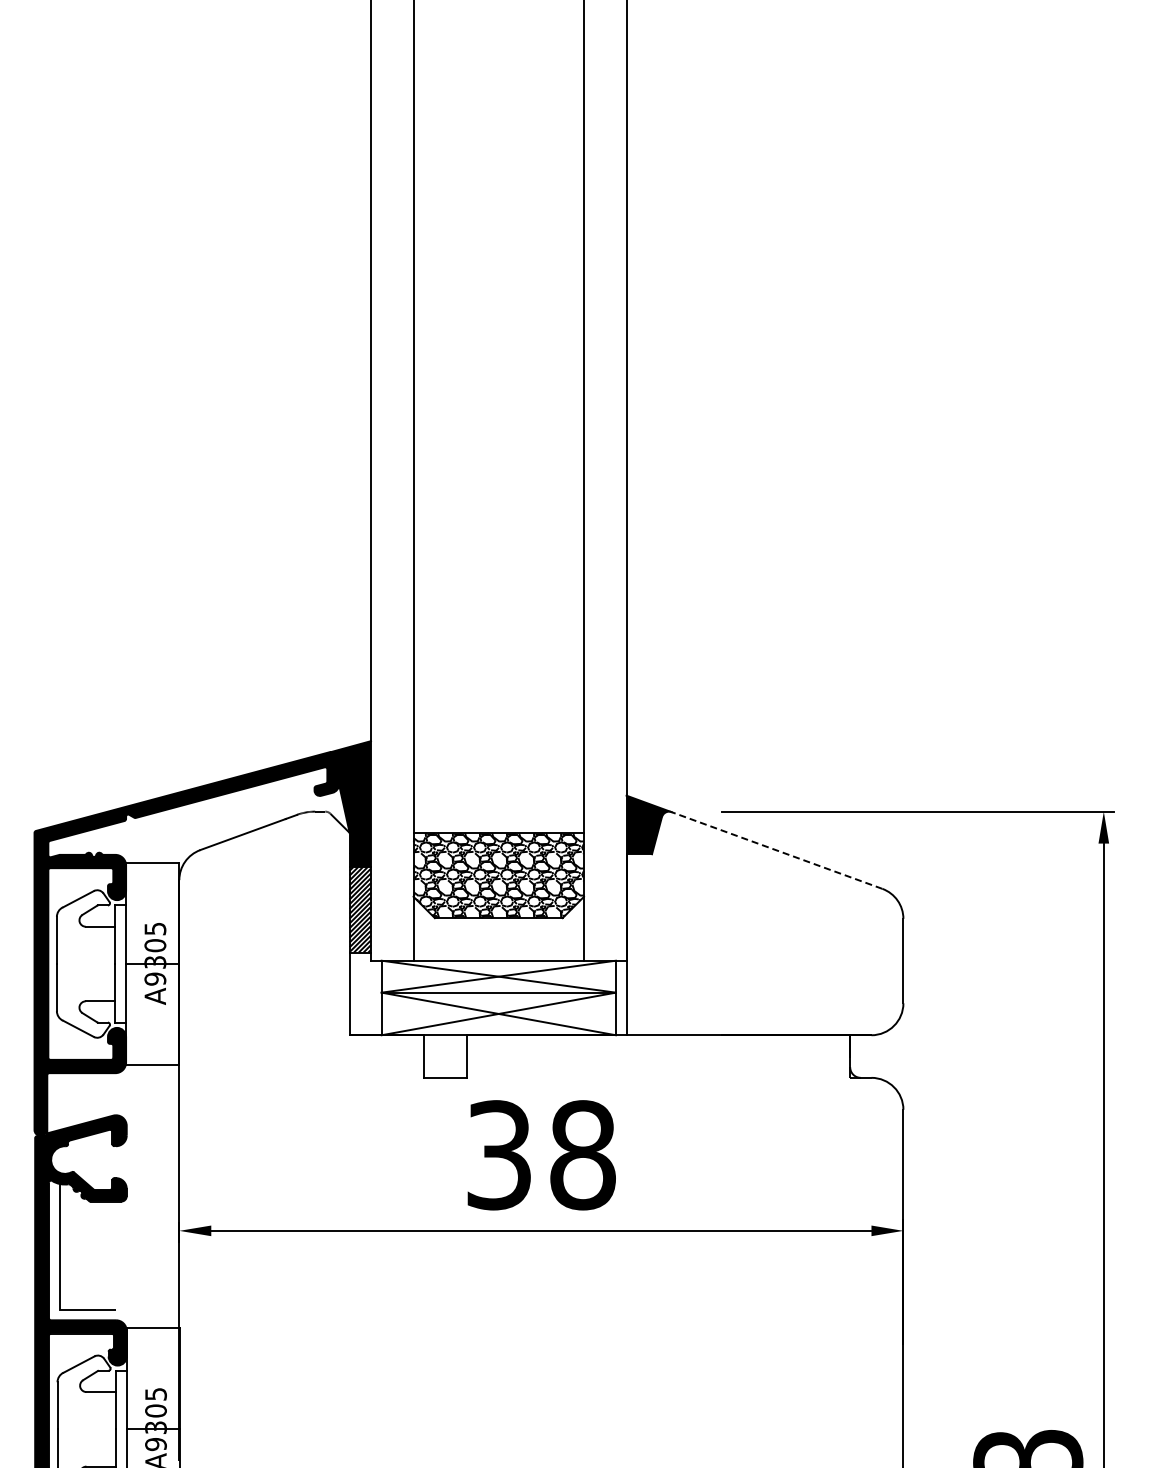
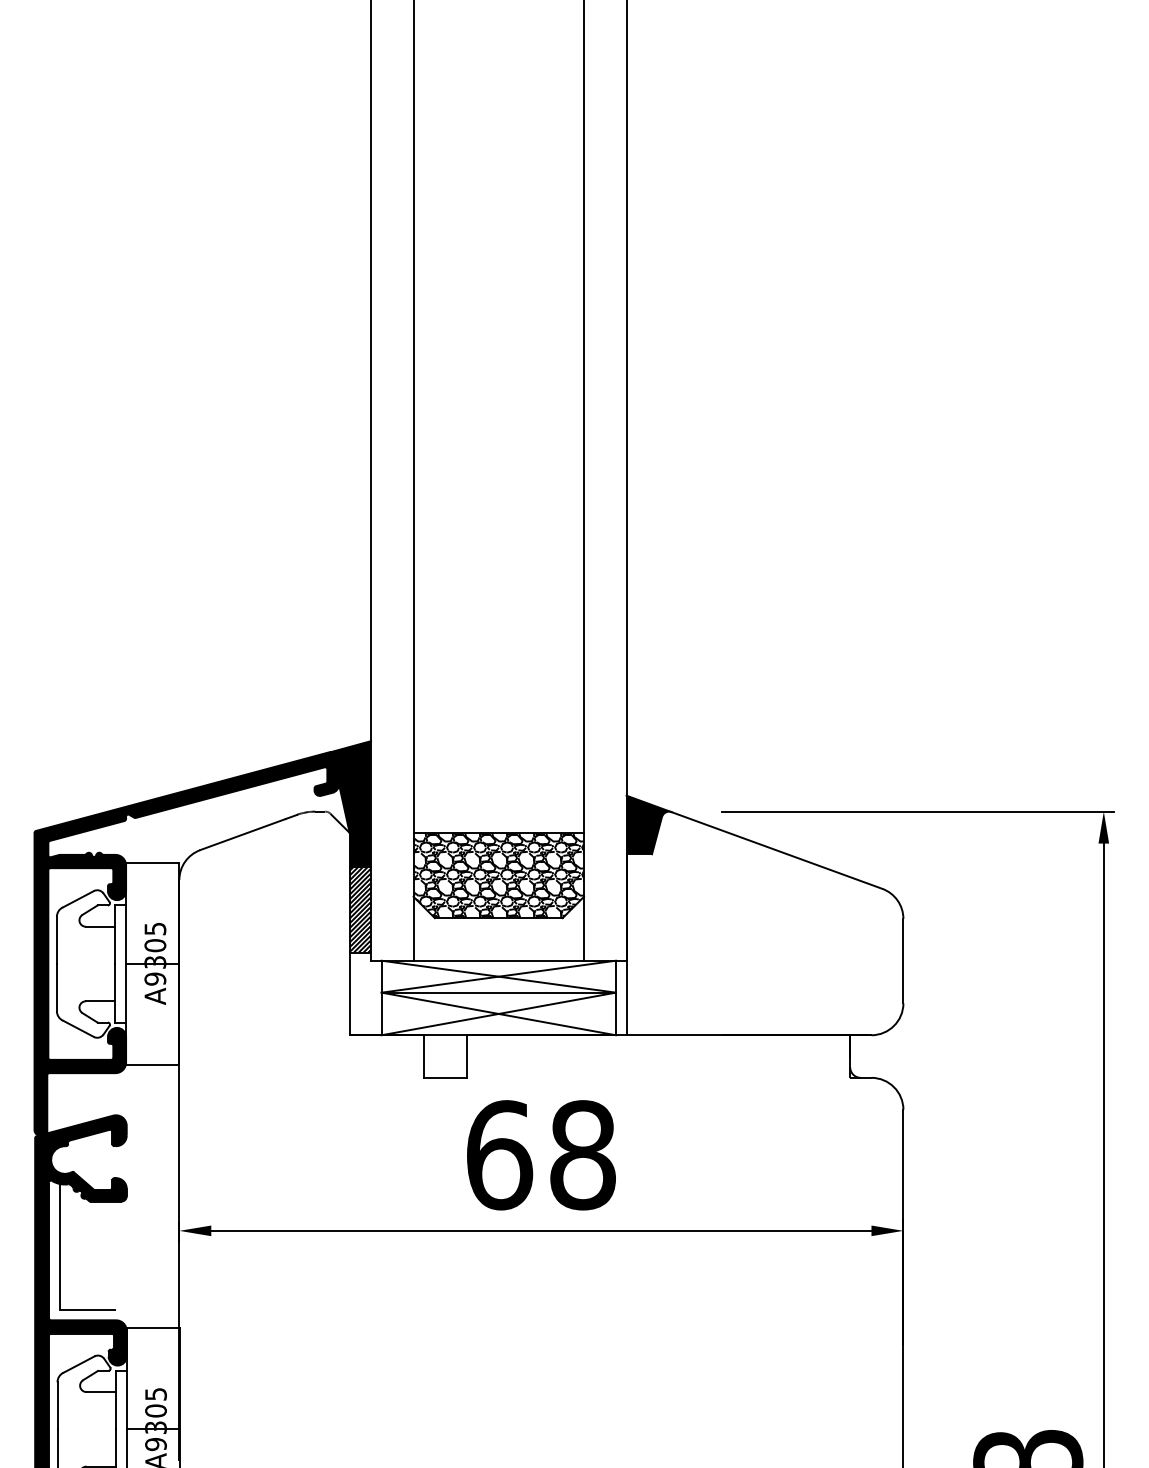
line at (776, 850): dashed -> solid
text at (500, 1155): 38 -> 68
